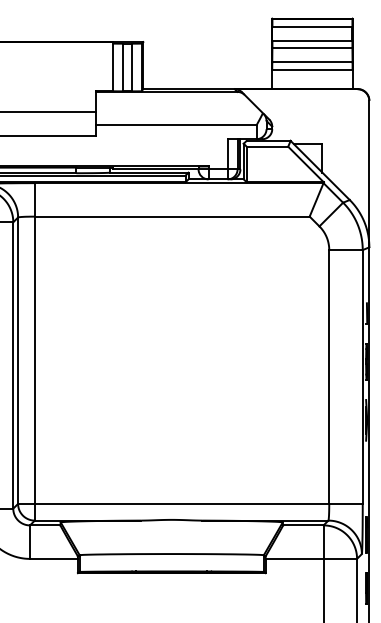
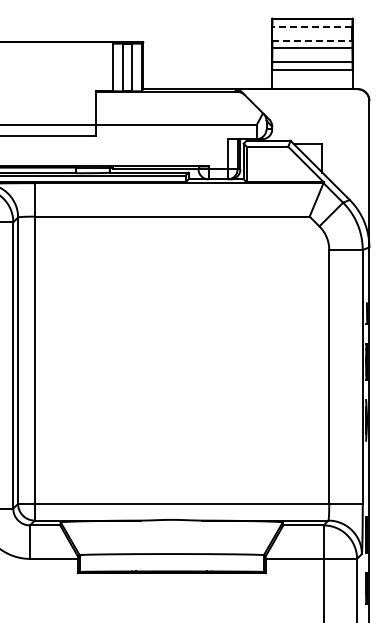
line at (312, 27): solid -> dashed
line at (312, 40): solid -> dashed
line at (49, 112) position: (49, 112) -> (49, 125)
